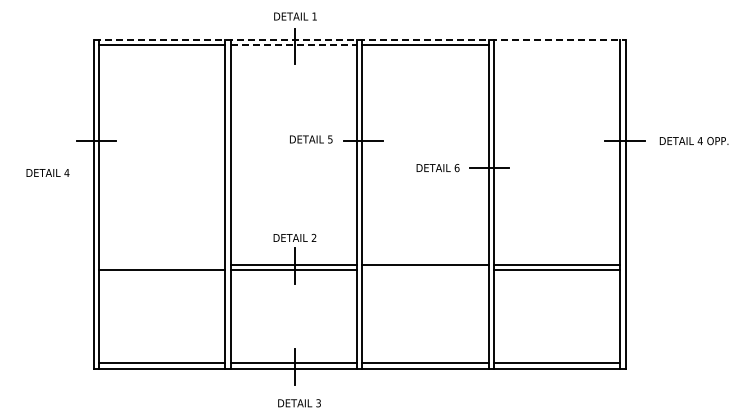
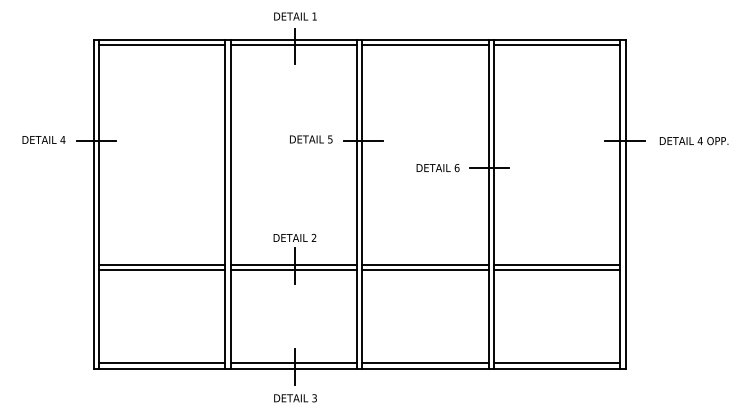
line at (359, 39): dashed -> solid
line at (294, 45): dashed -> solid
line at (557, 45): none -> present
text at (47, 172) position: (47, 172) -> (43, 139)
line at (162, 264): none -> present
line at (425, 270): none -> present
text at (299, 403) position: (299, 403) -> (295, 398)
